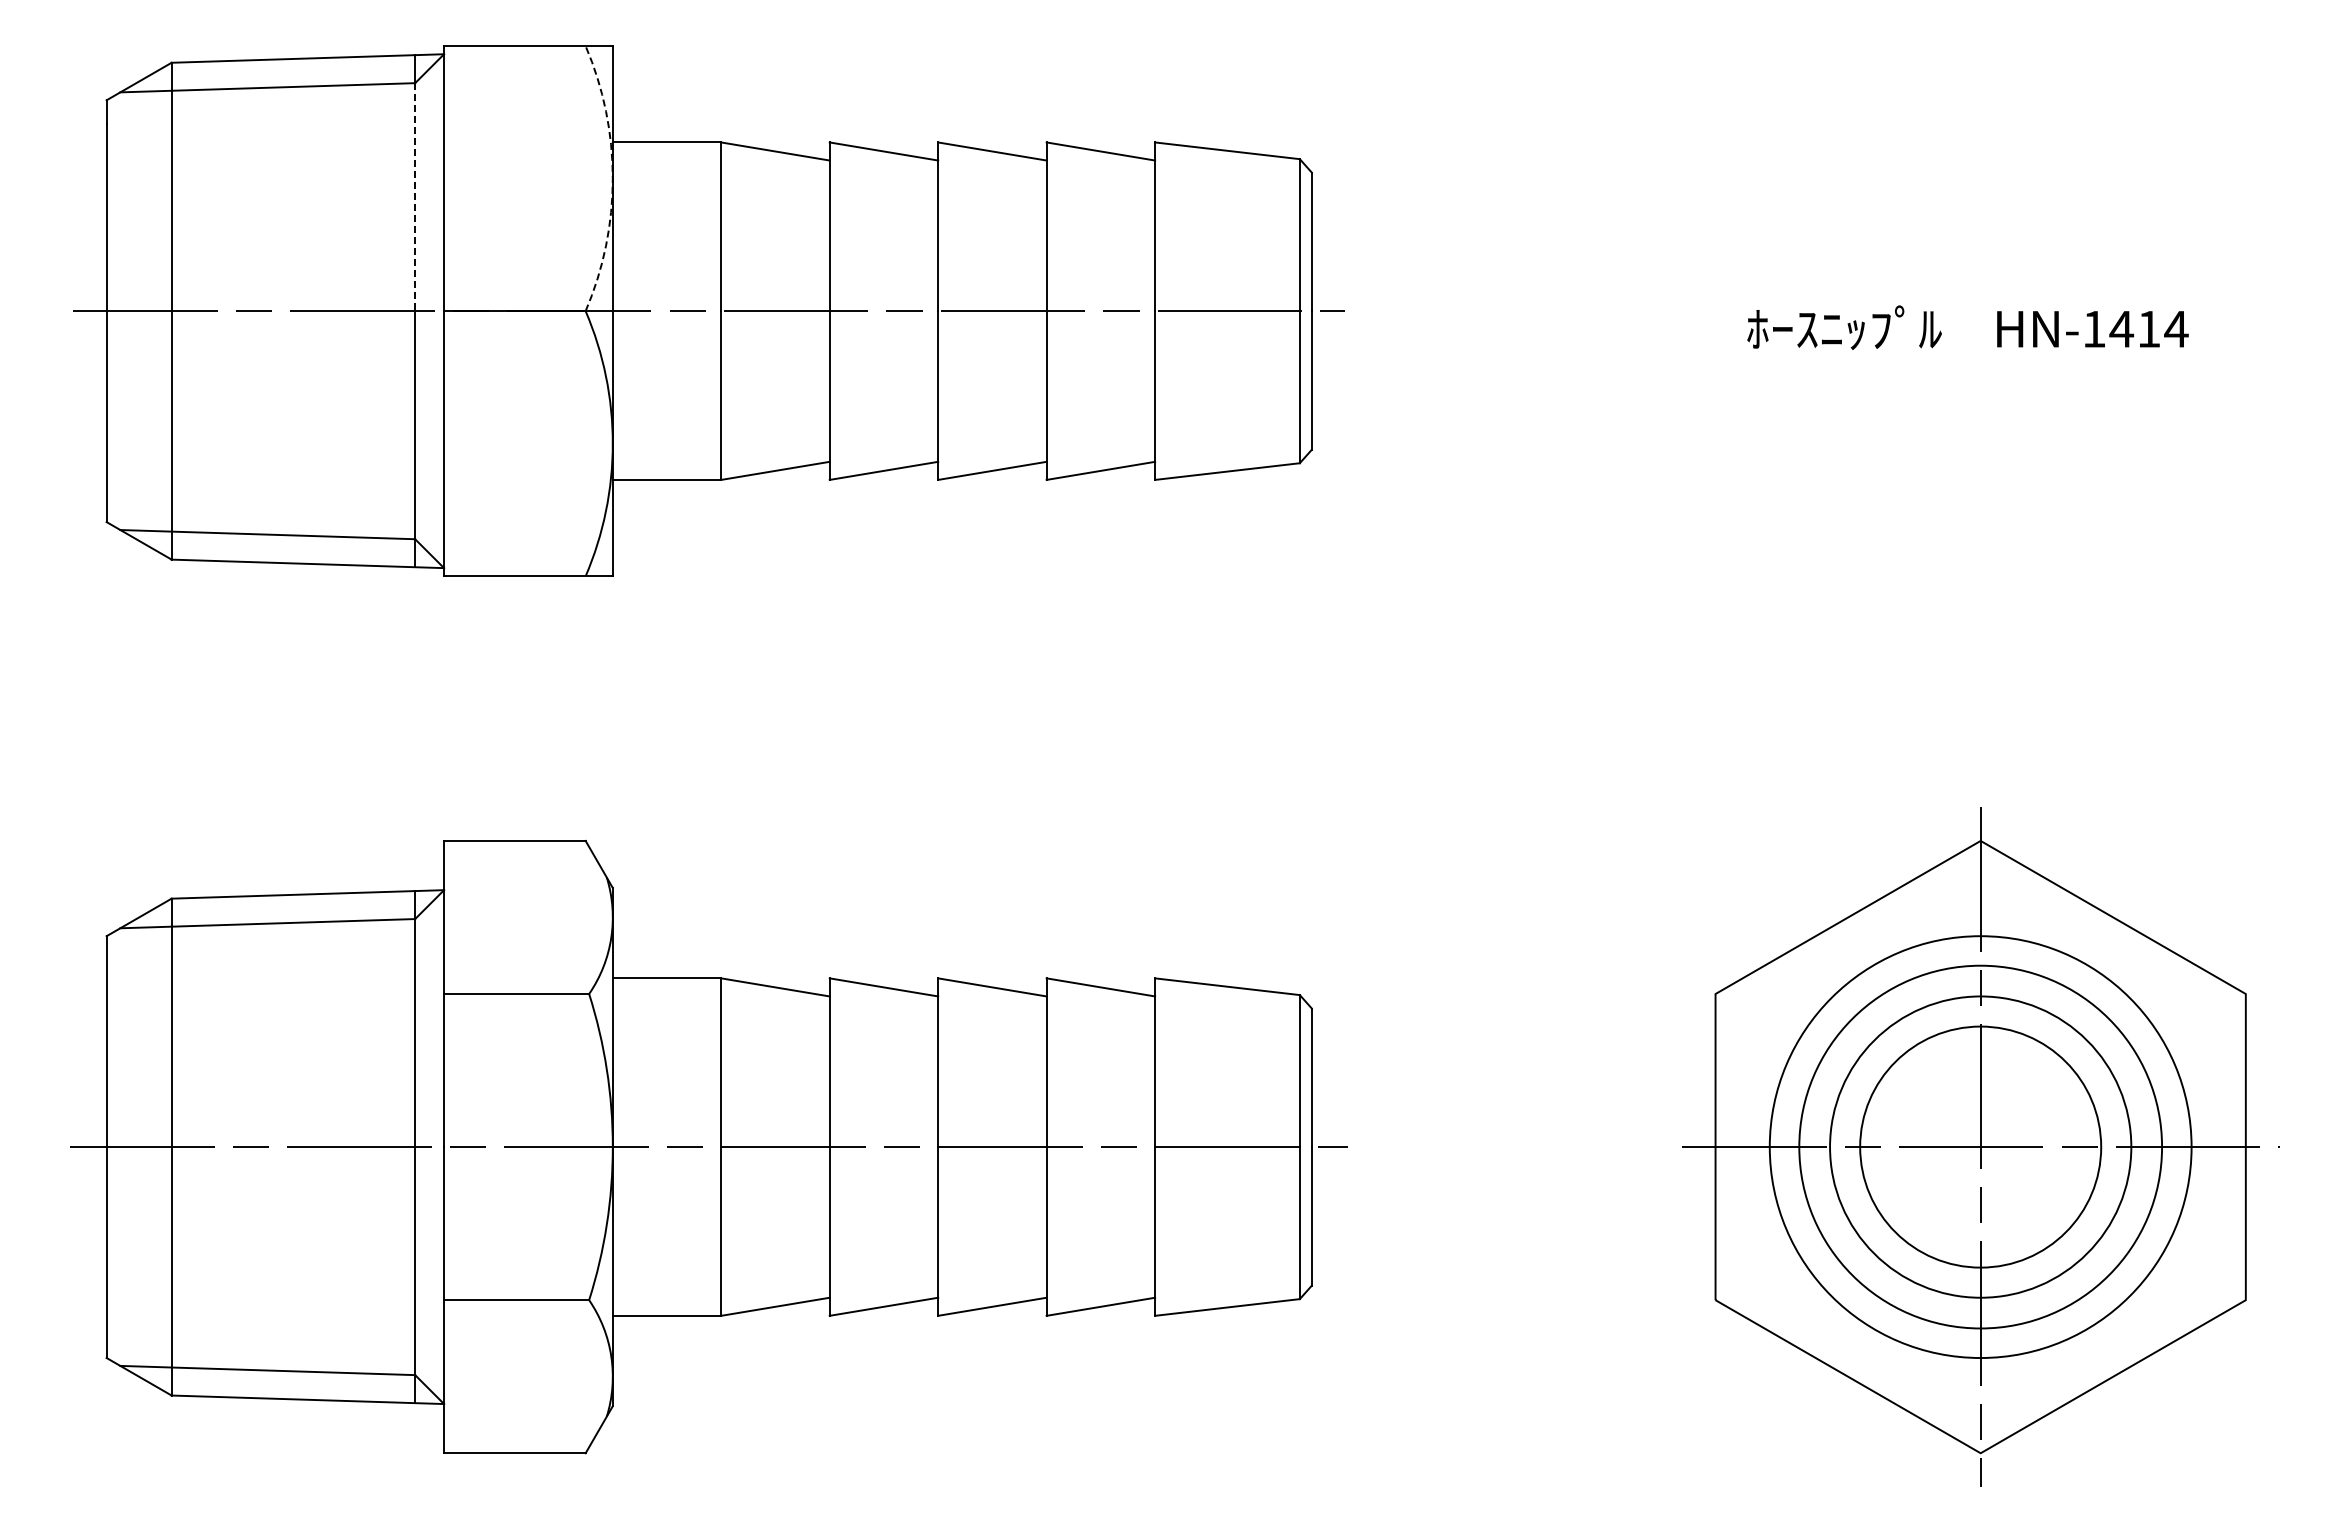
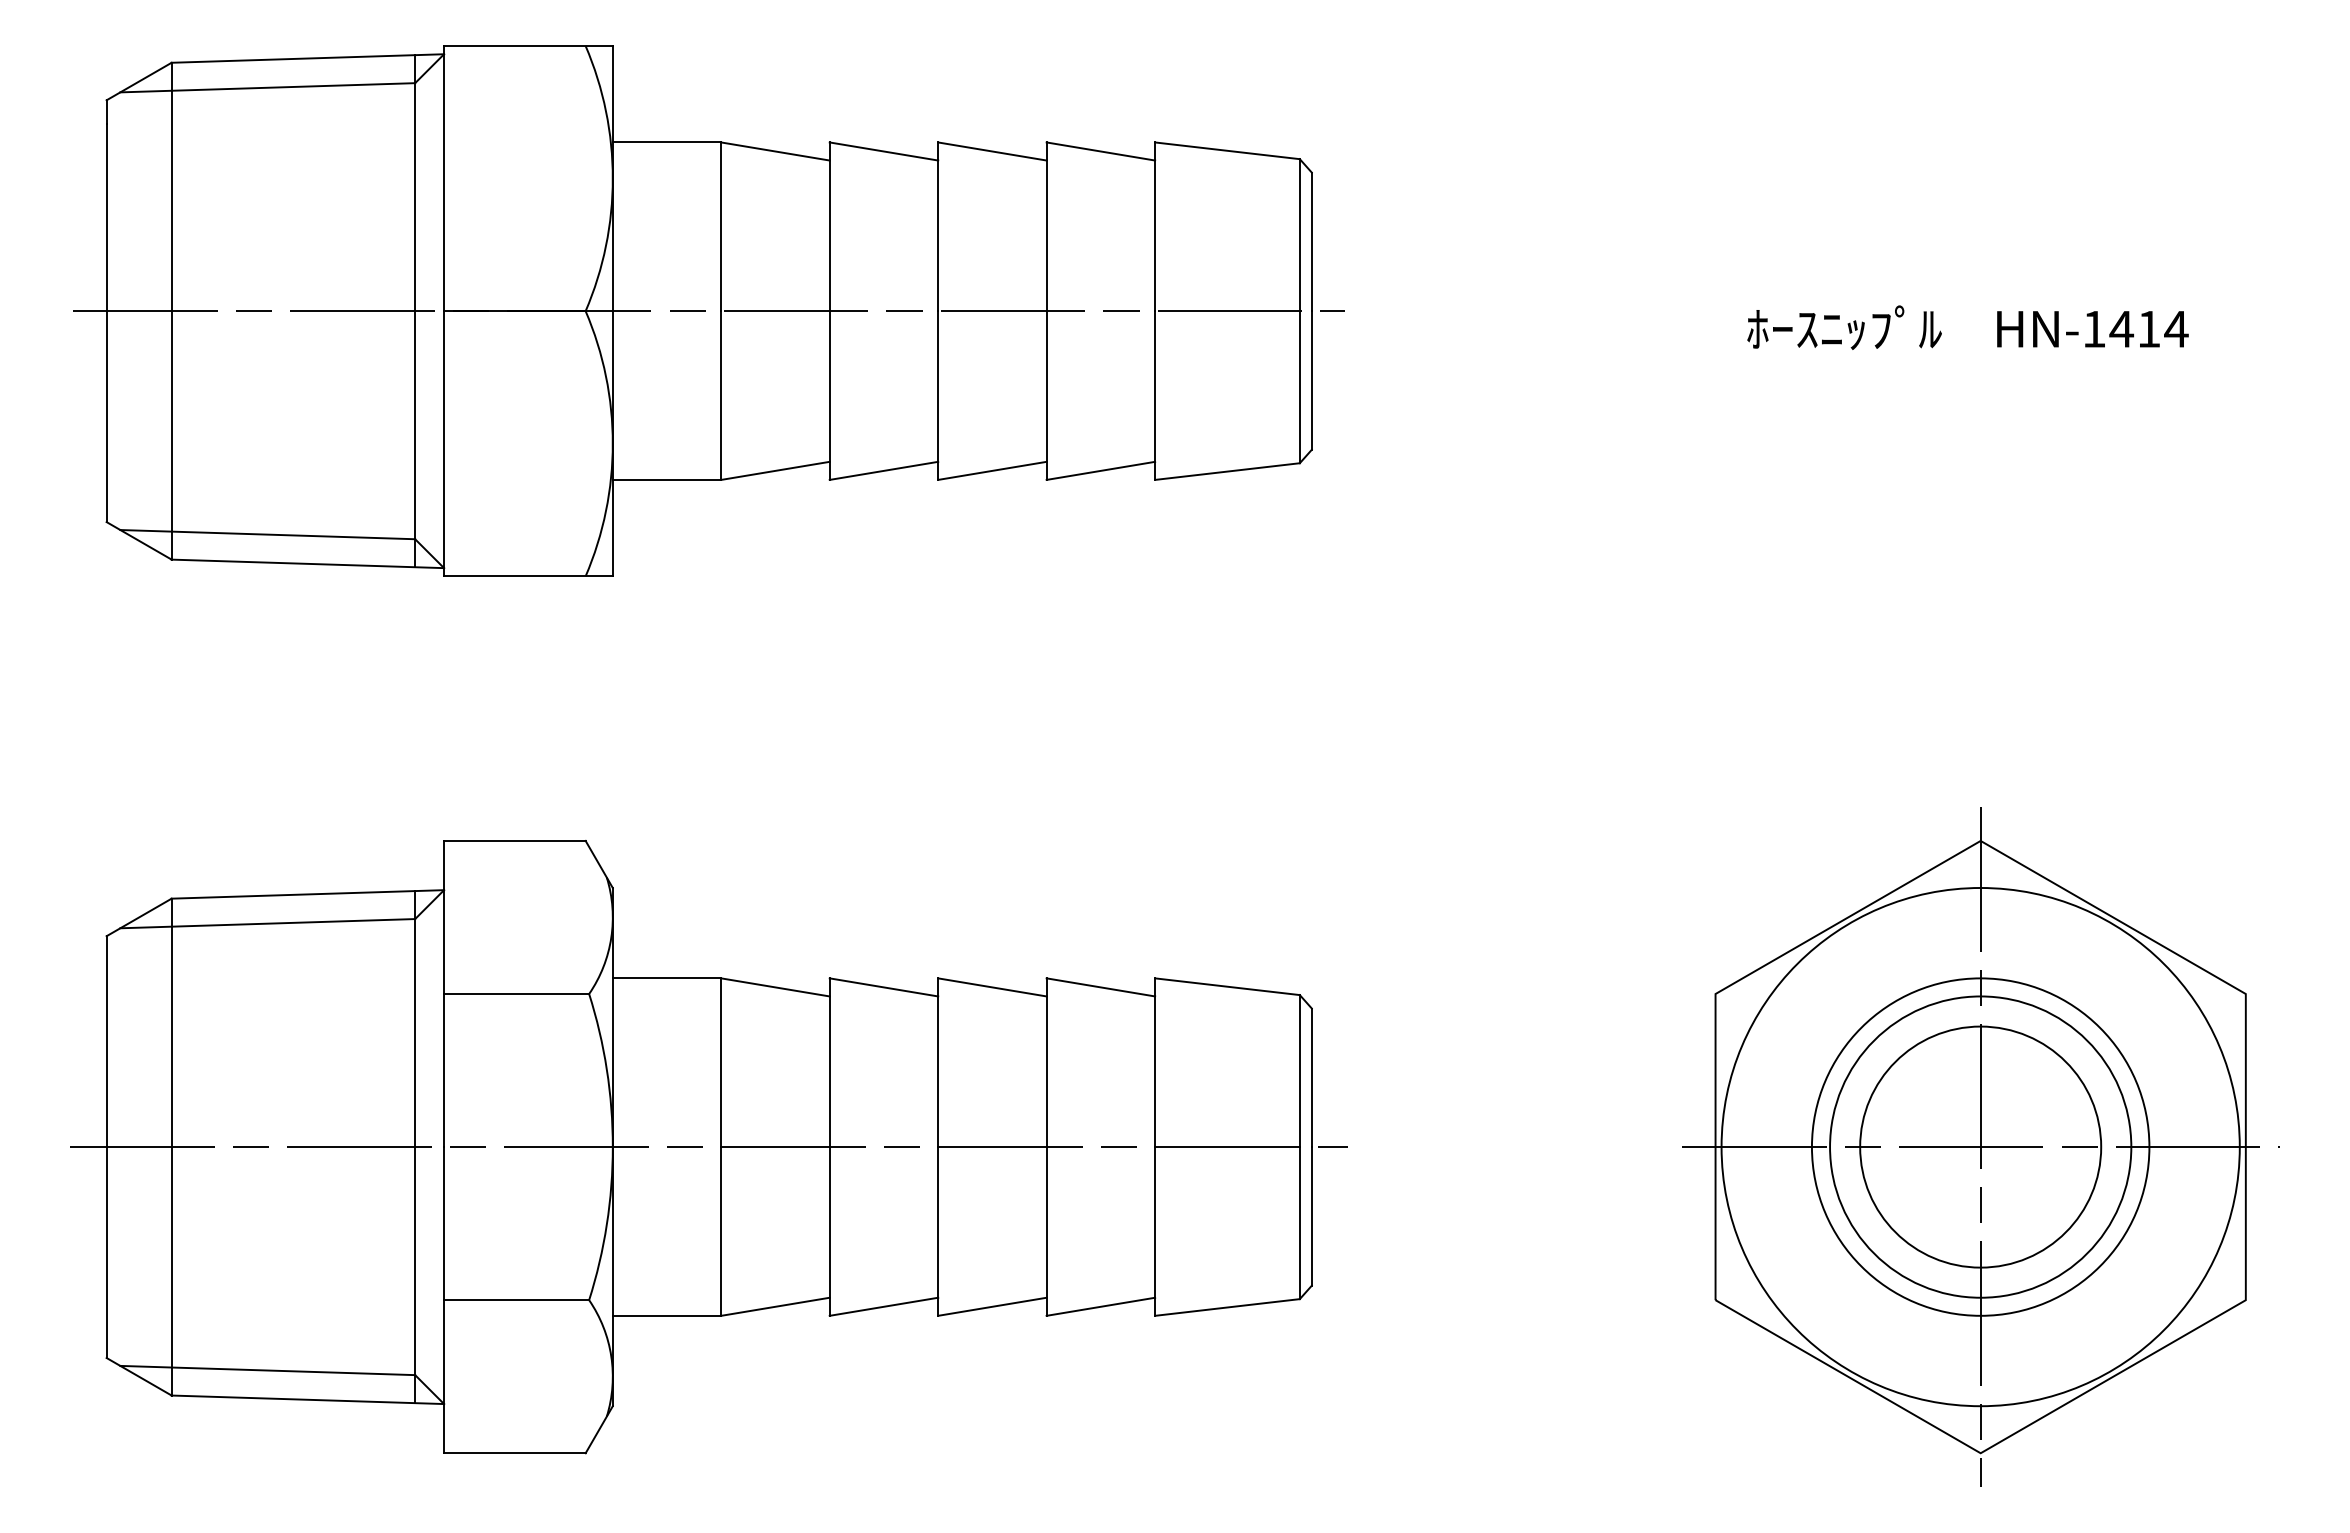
arc at (612, 178): dashed -> solid
line at (415, 197): dashed -> solid
circle at (1980, 1146) diameter: 363 px -> 518 px
circle at (1980, 1147) diameter: 422 px -> 337 px
